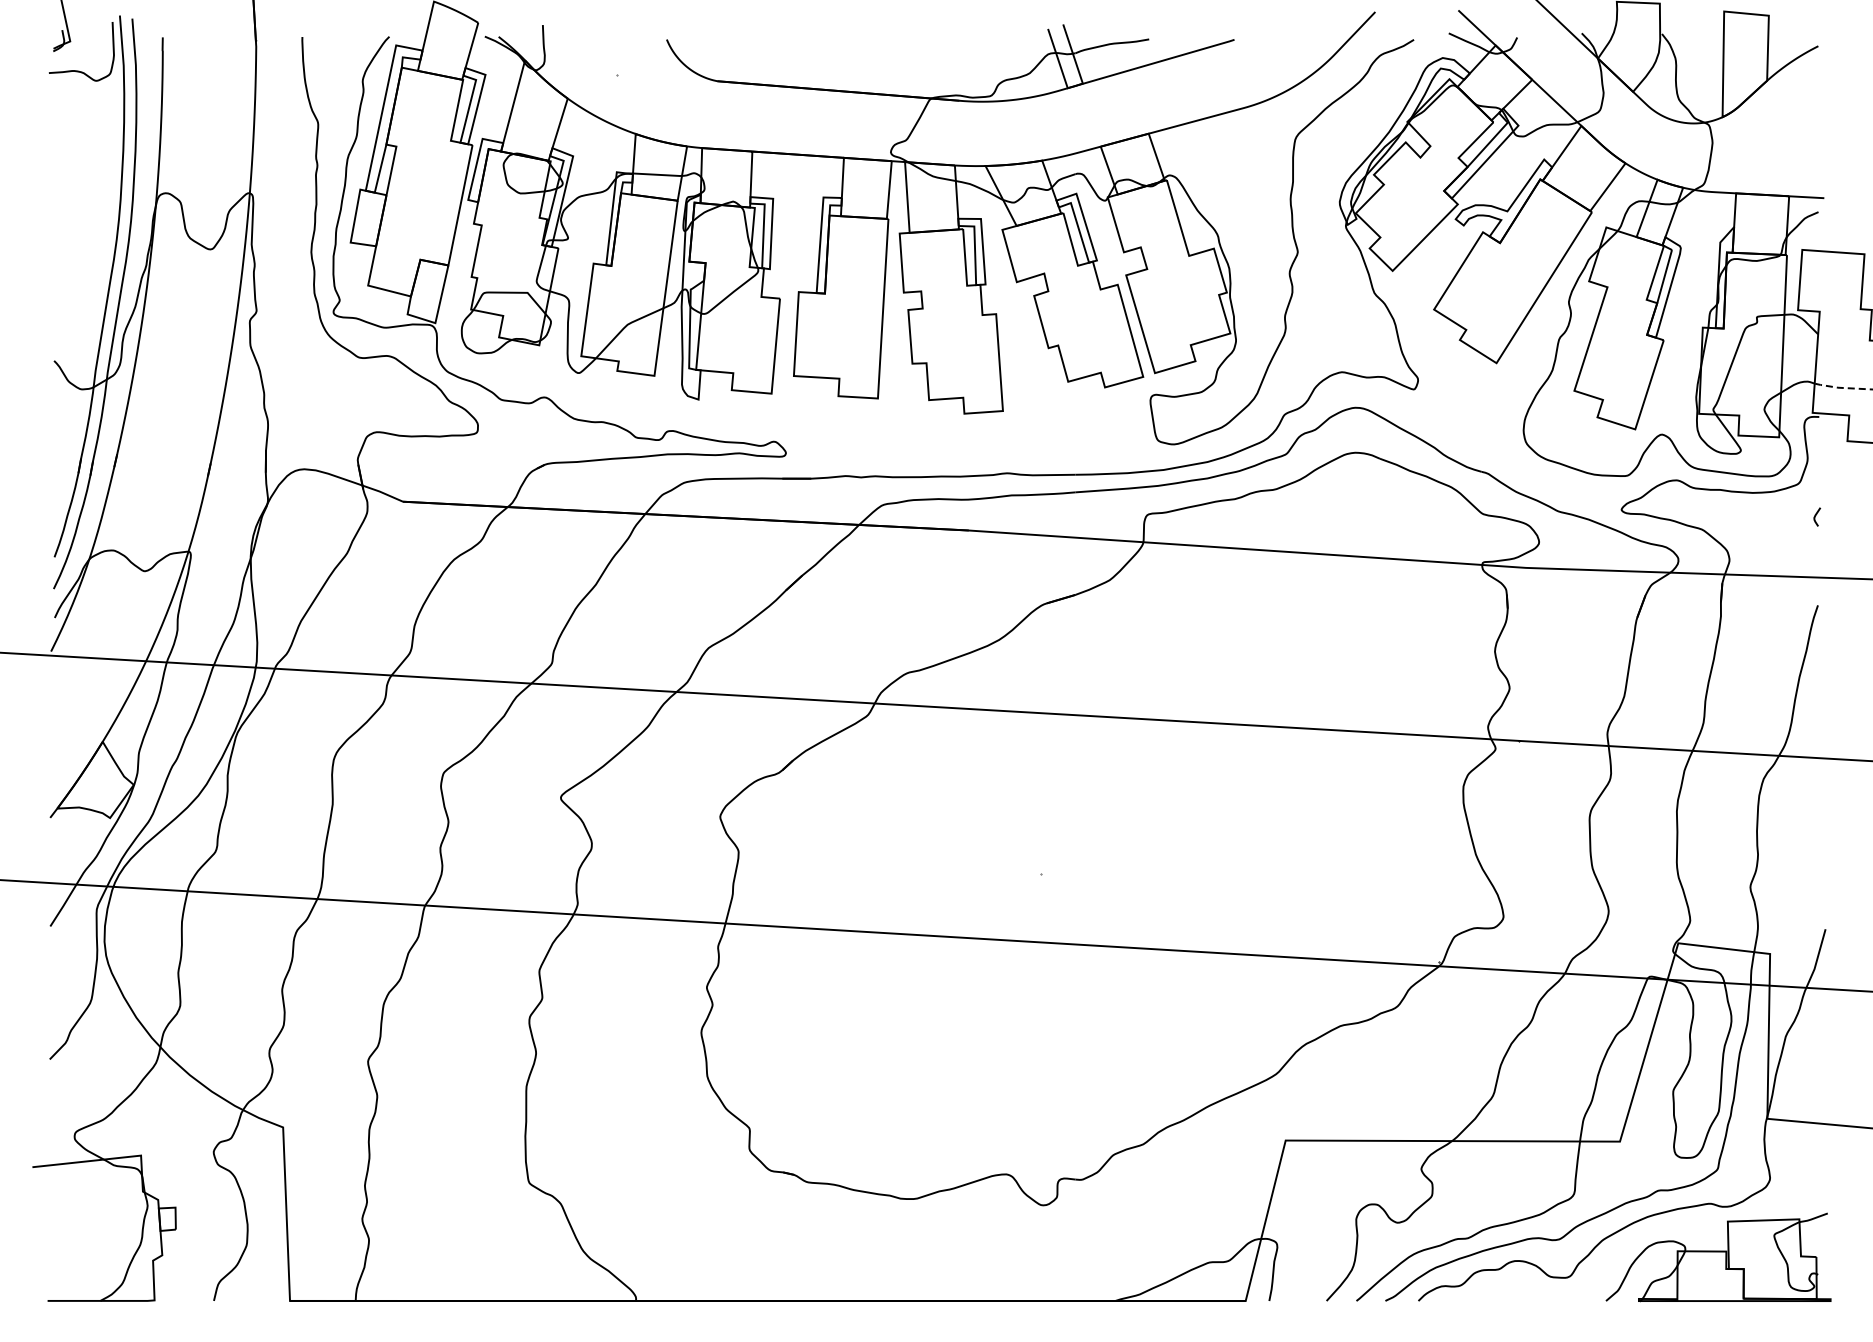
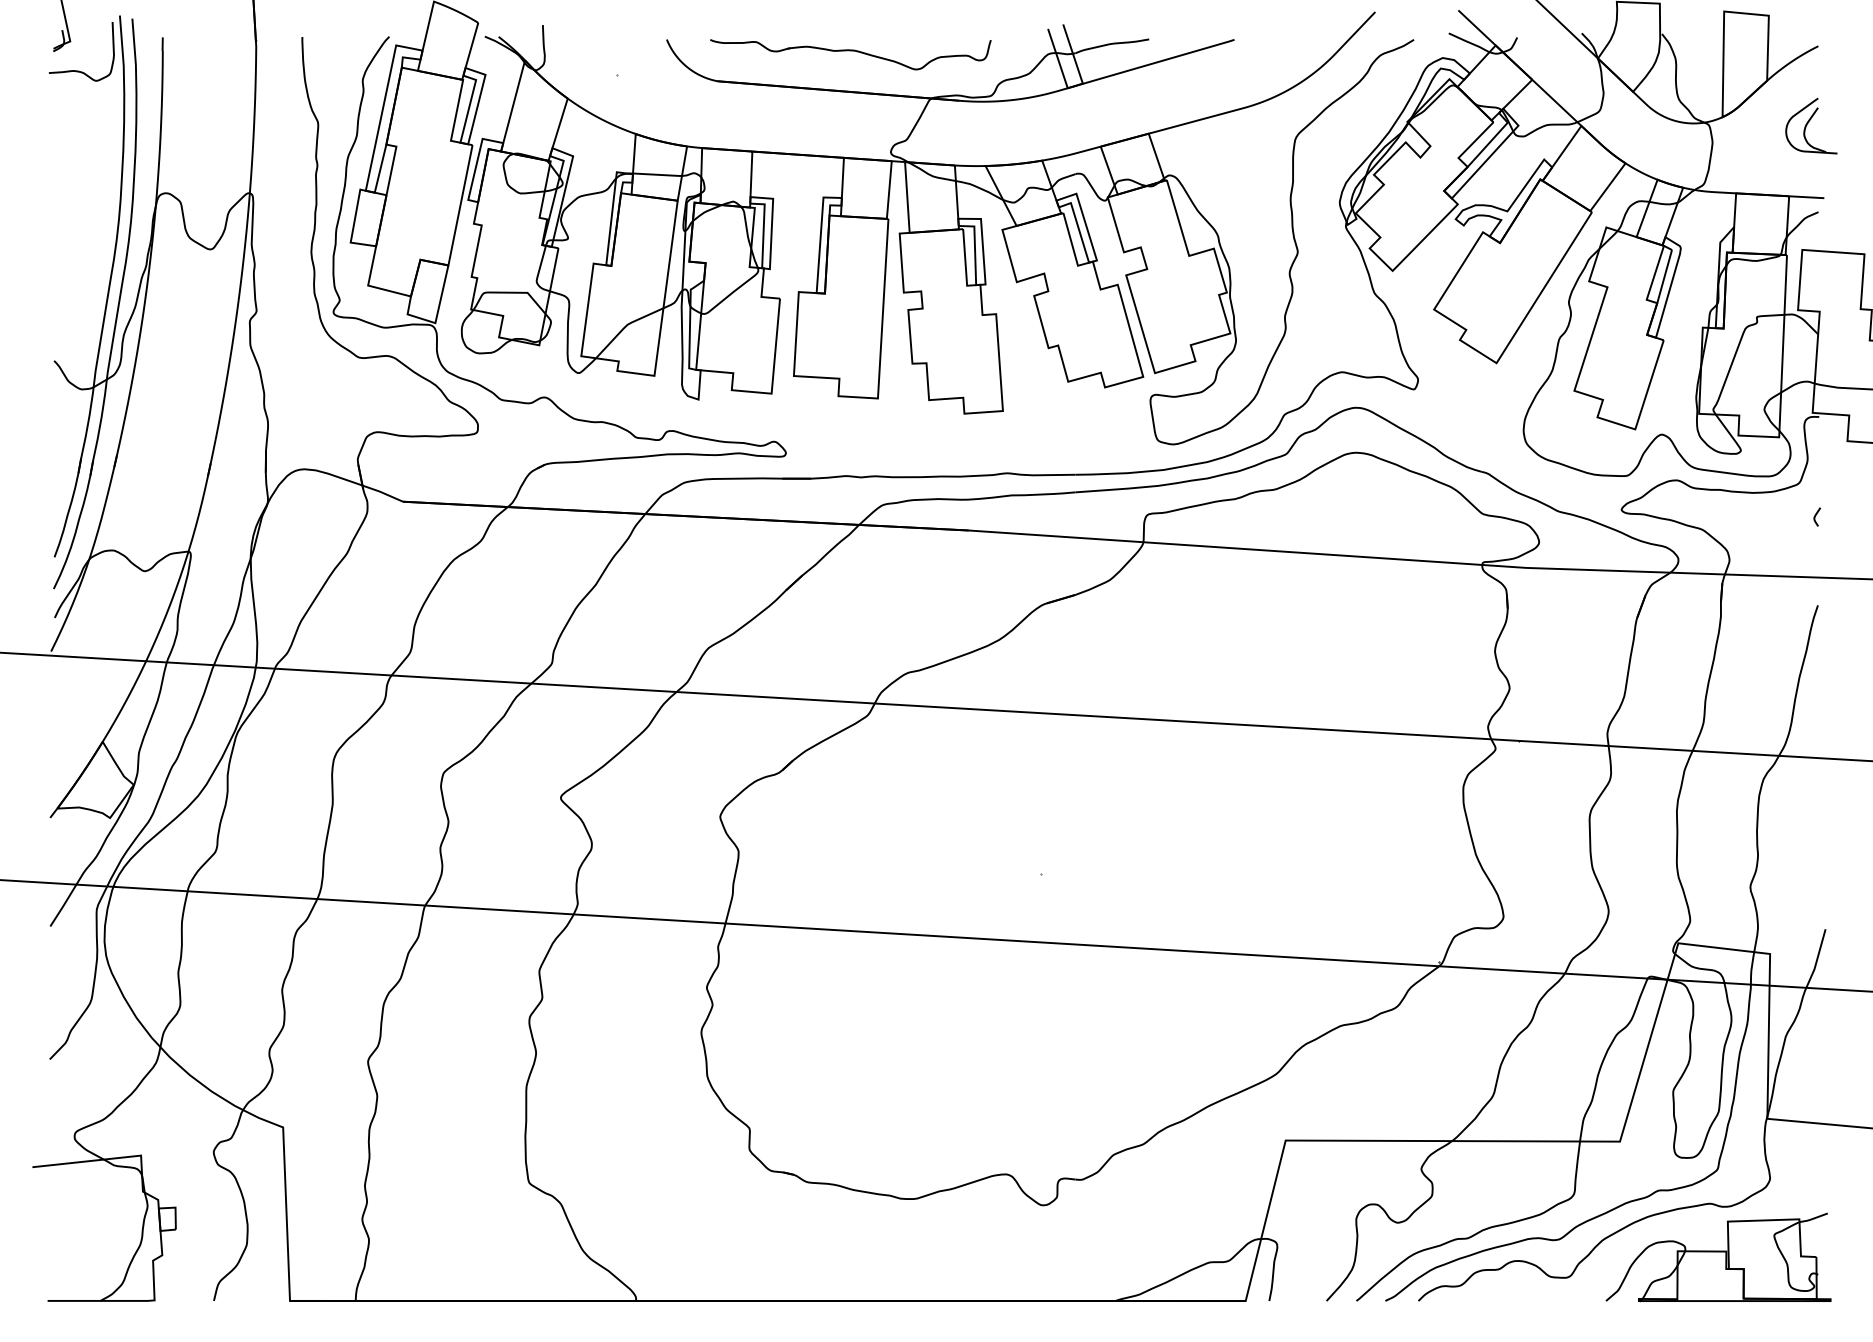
part at (850, 54): none -> present
part at (1811, 125): none -> present
line at (1841, 387): dashed -> solid
